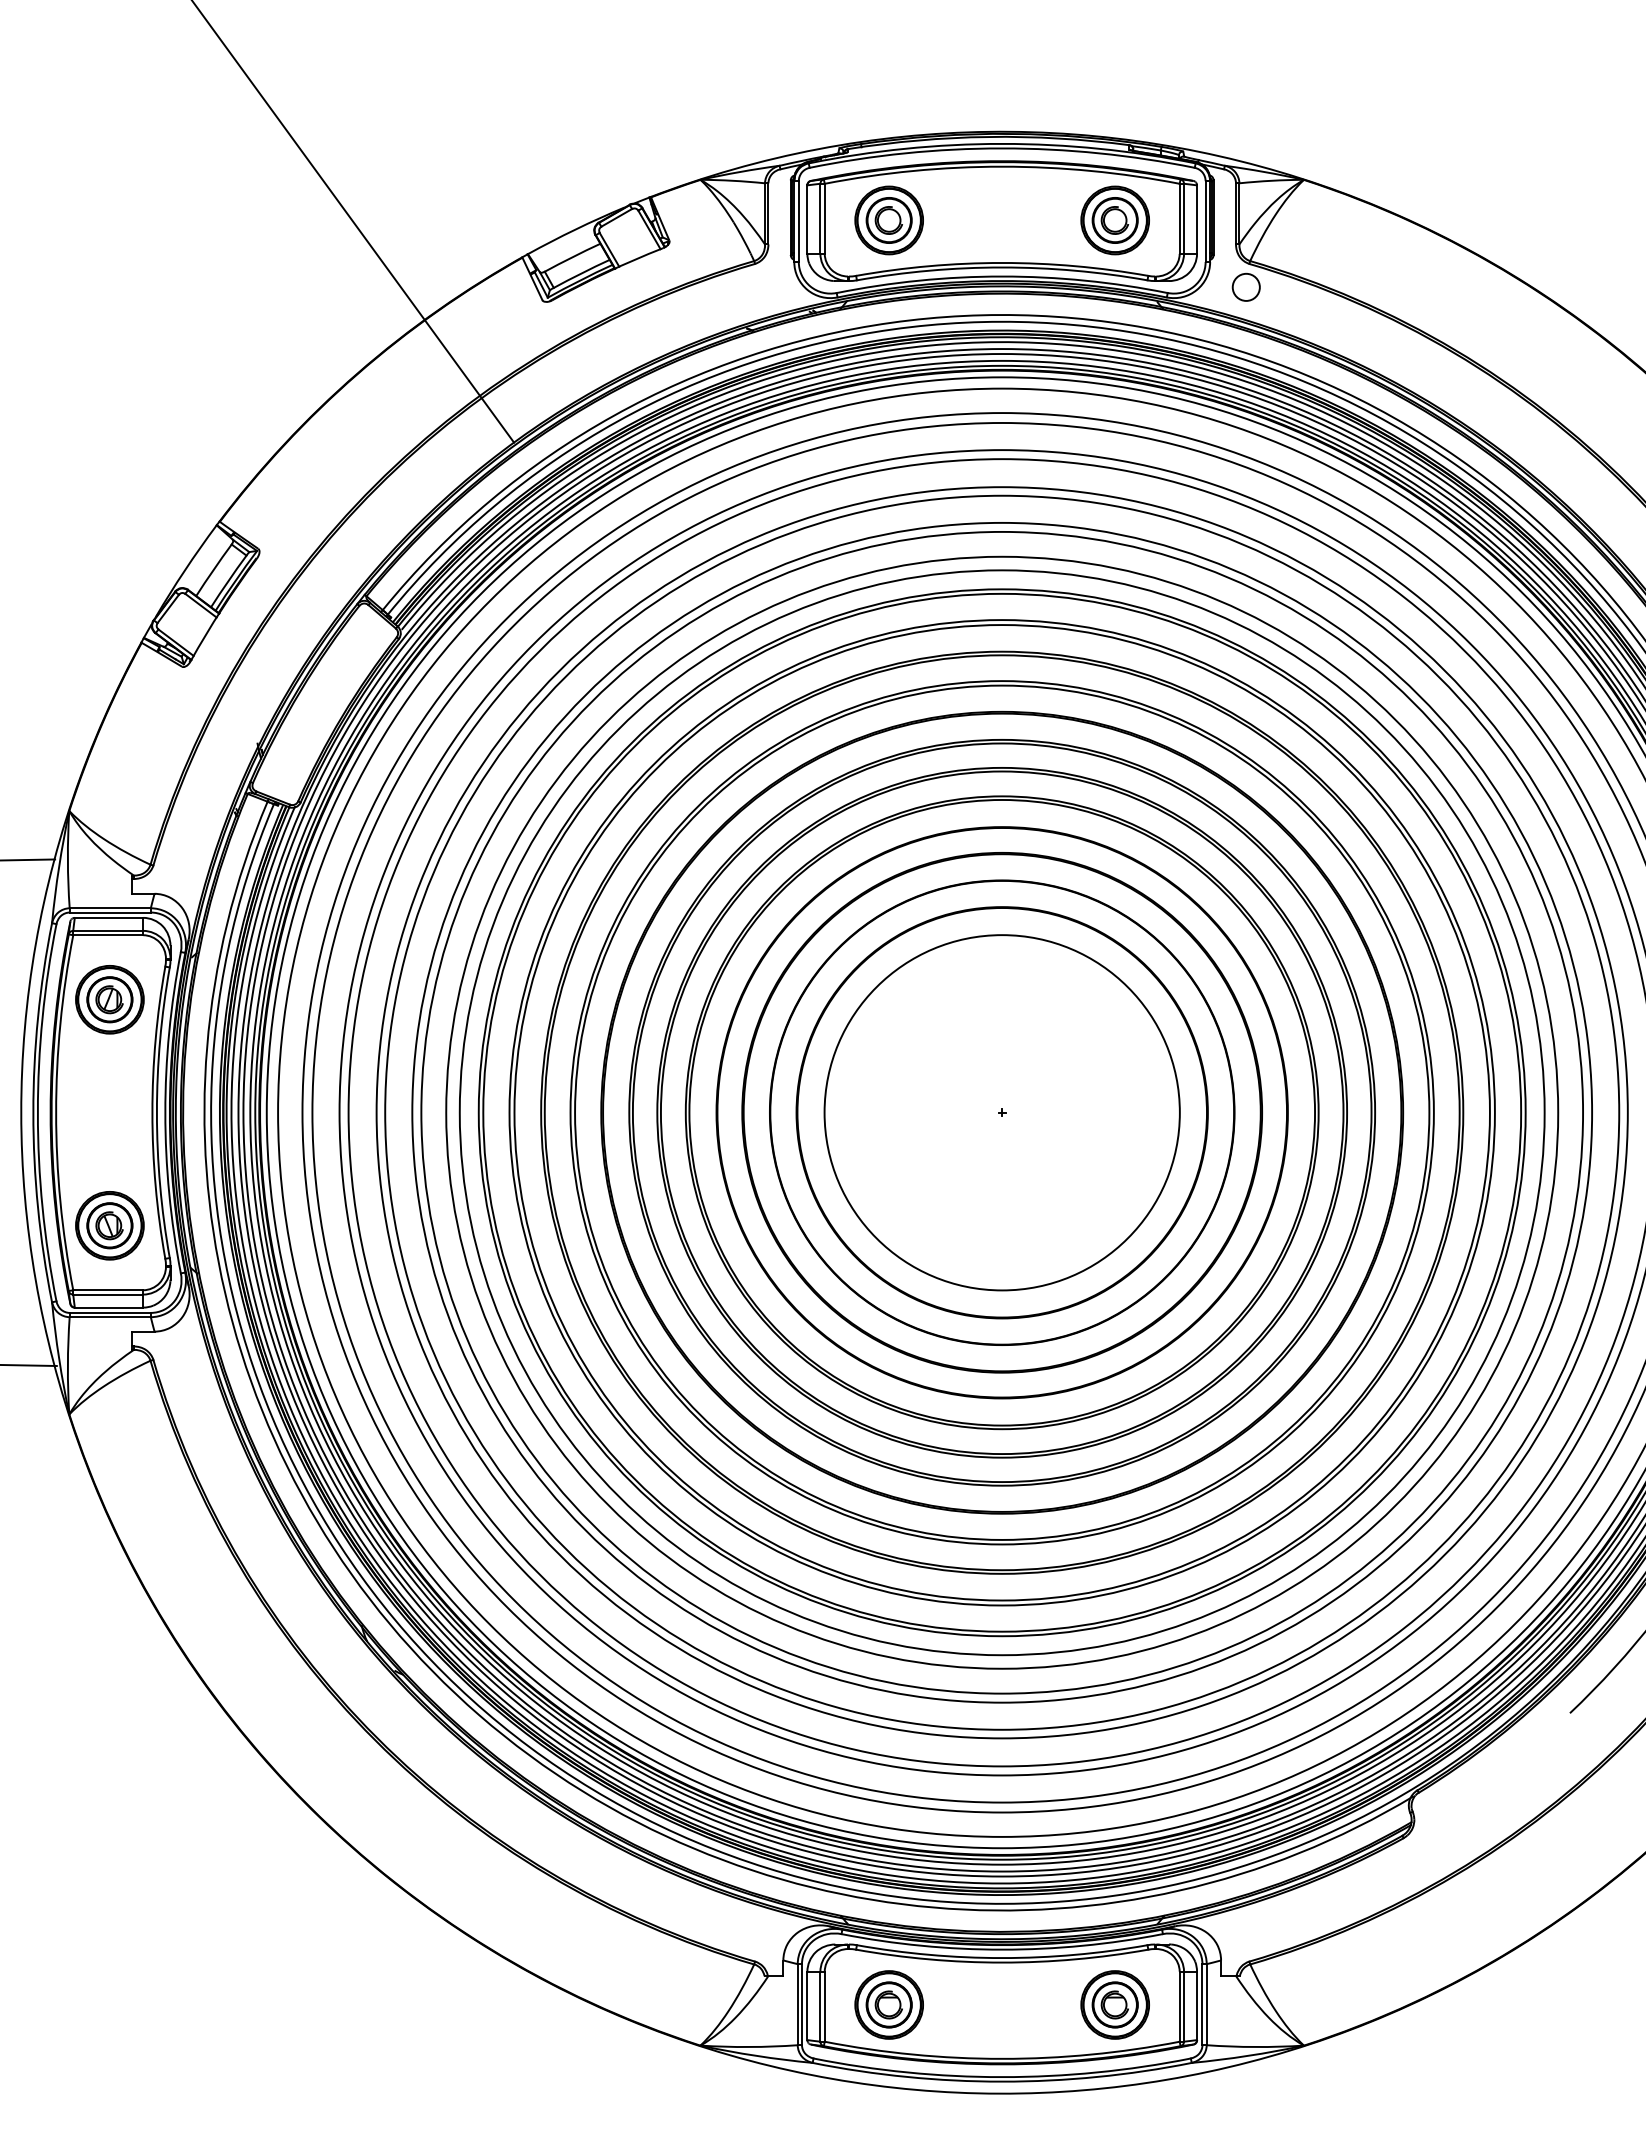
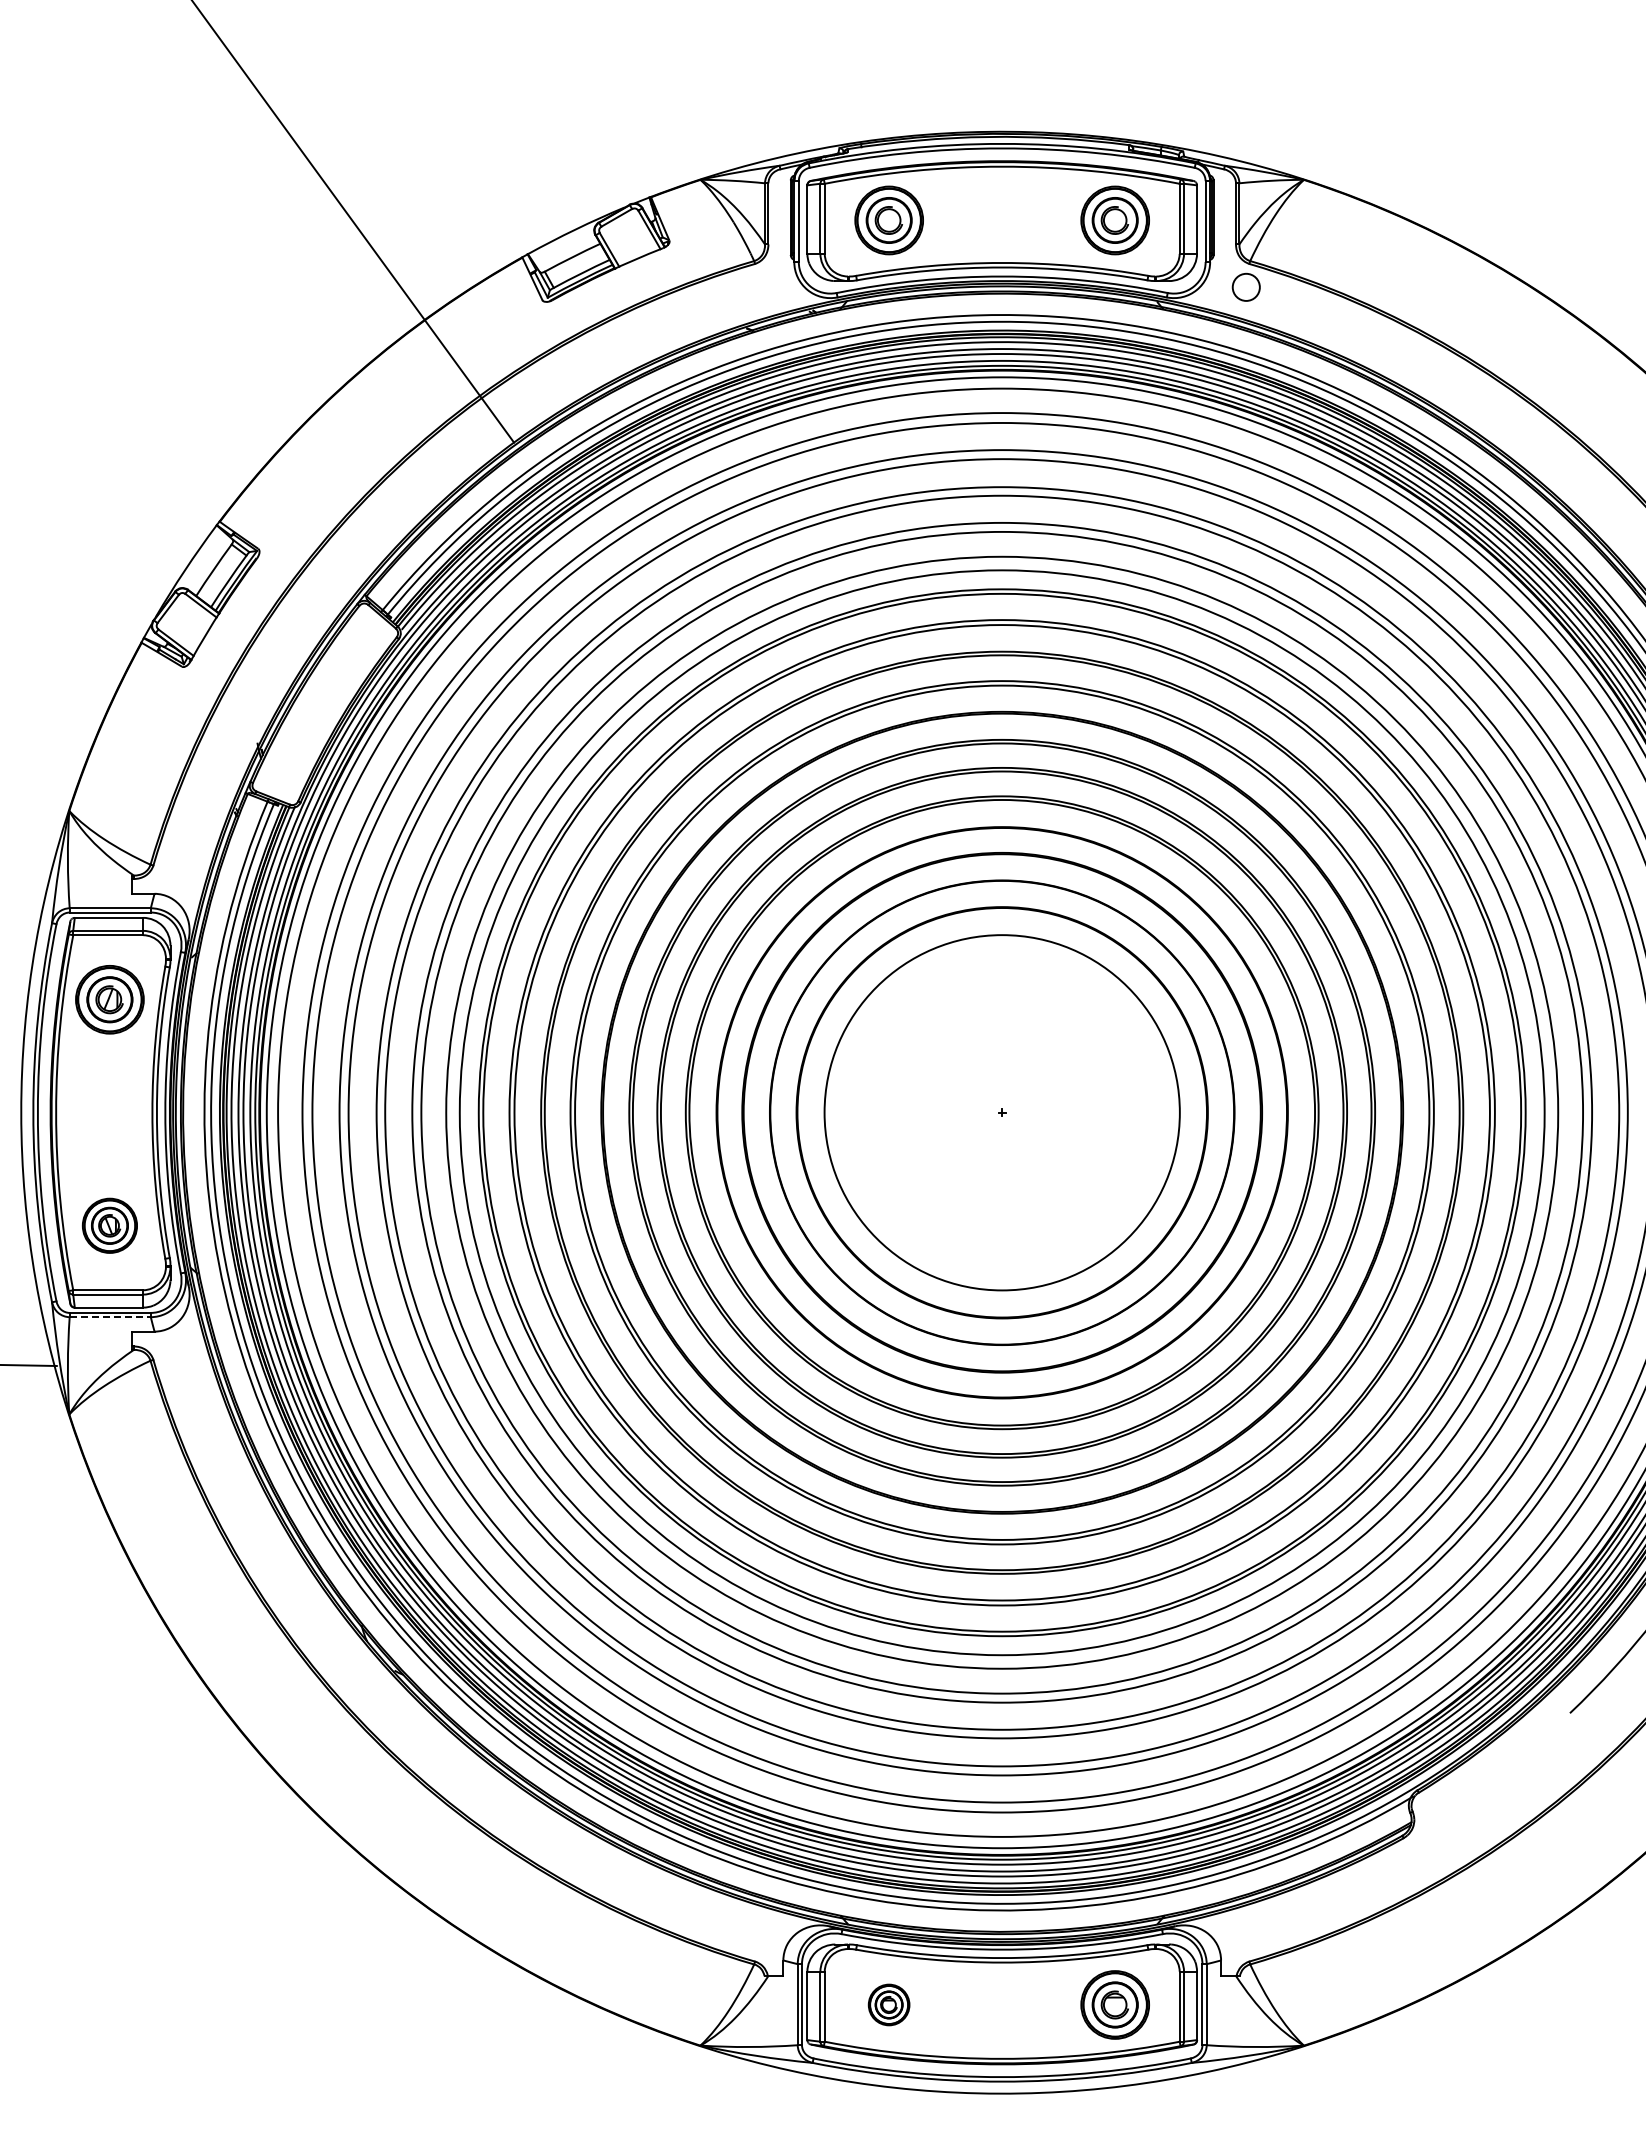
line at (28, 859): present -> none
part at (109, 1225) size: 70x70 px -> 57x57 px
line at (110, 1317): solid -> dashed
part at (888, 2004) size: 70x70 px -> 44x44 px
